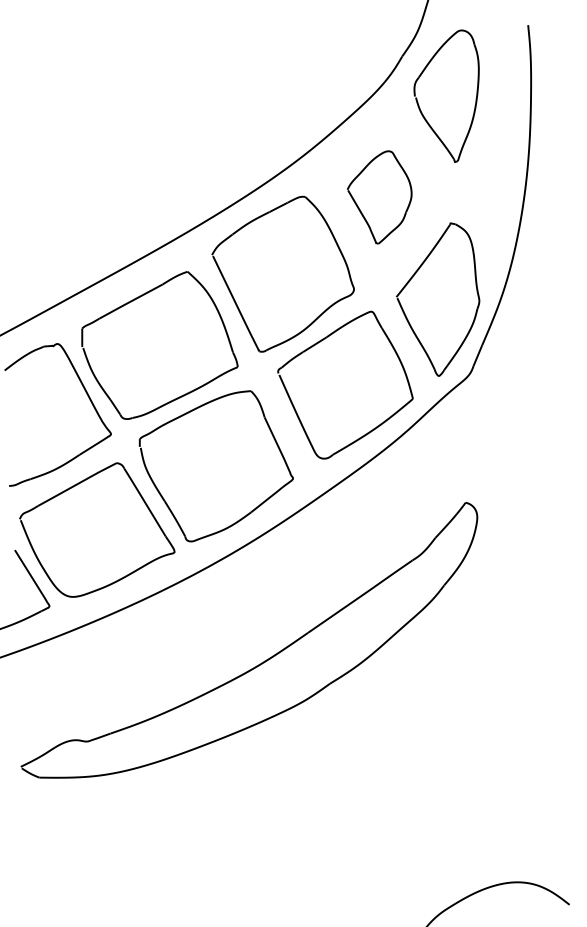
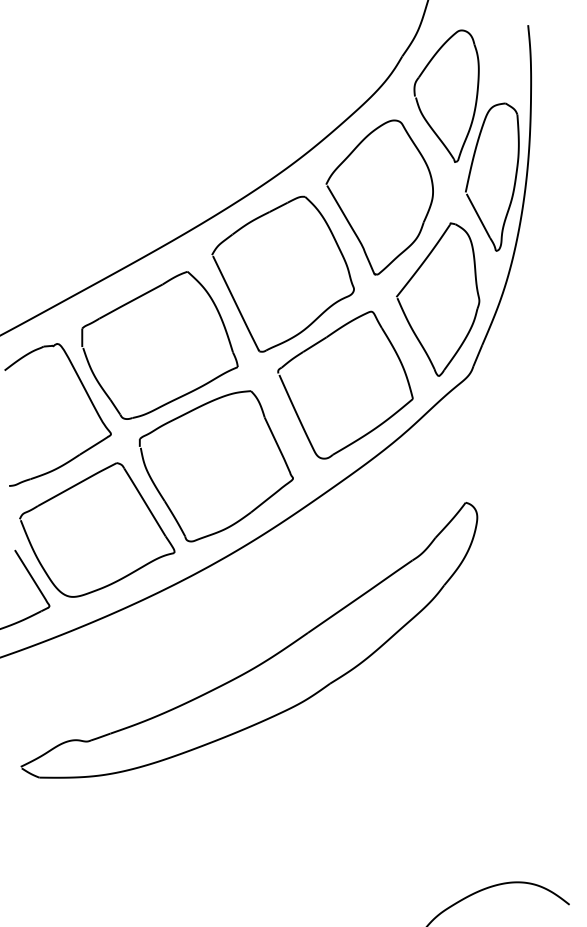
part at (492, 176): none -> present
part at (379, 197) size: 67x95 px -> 109x157 px
